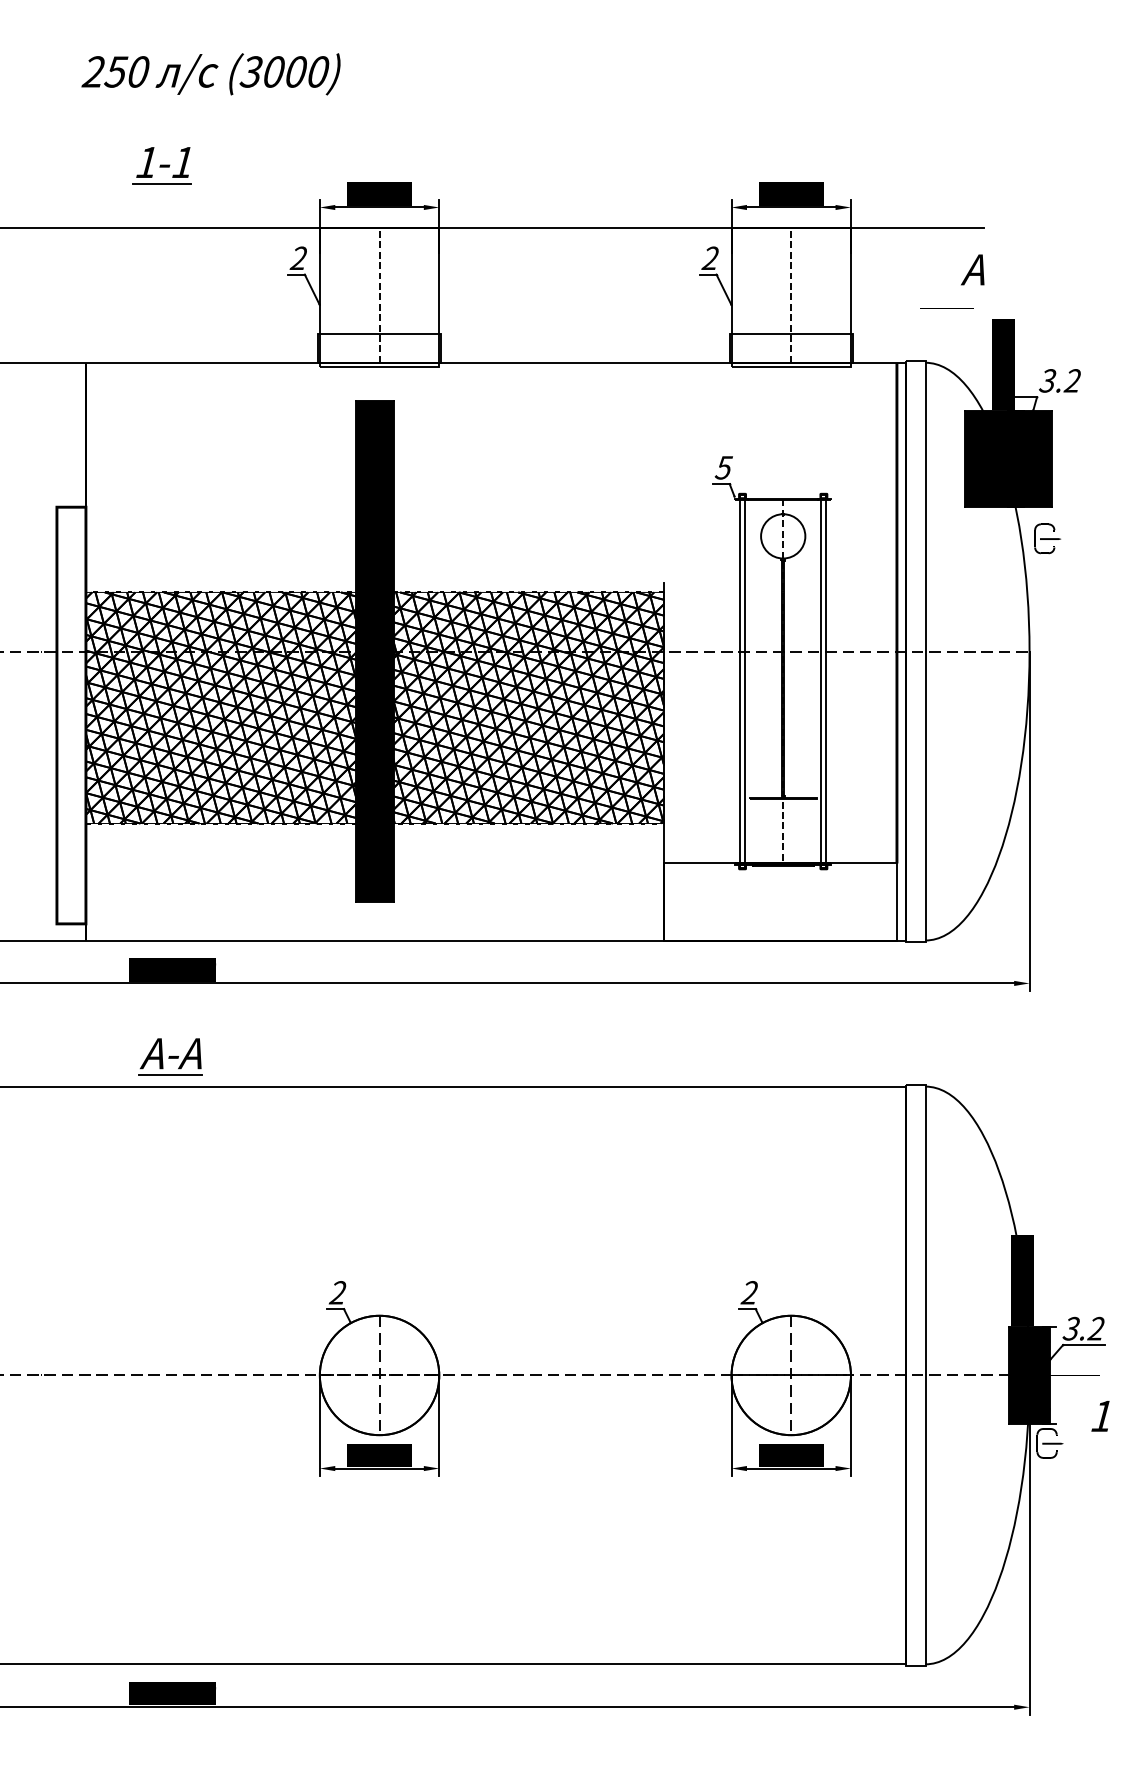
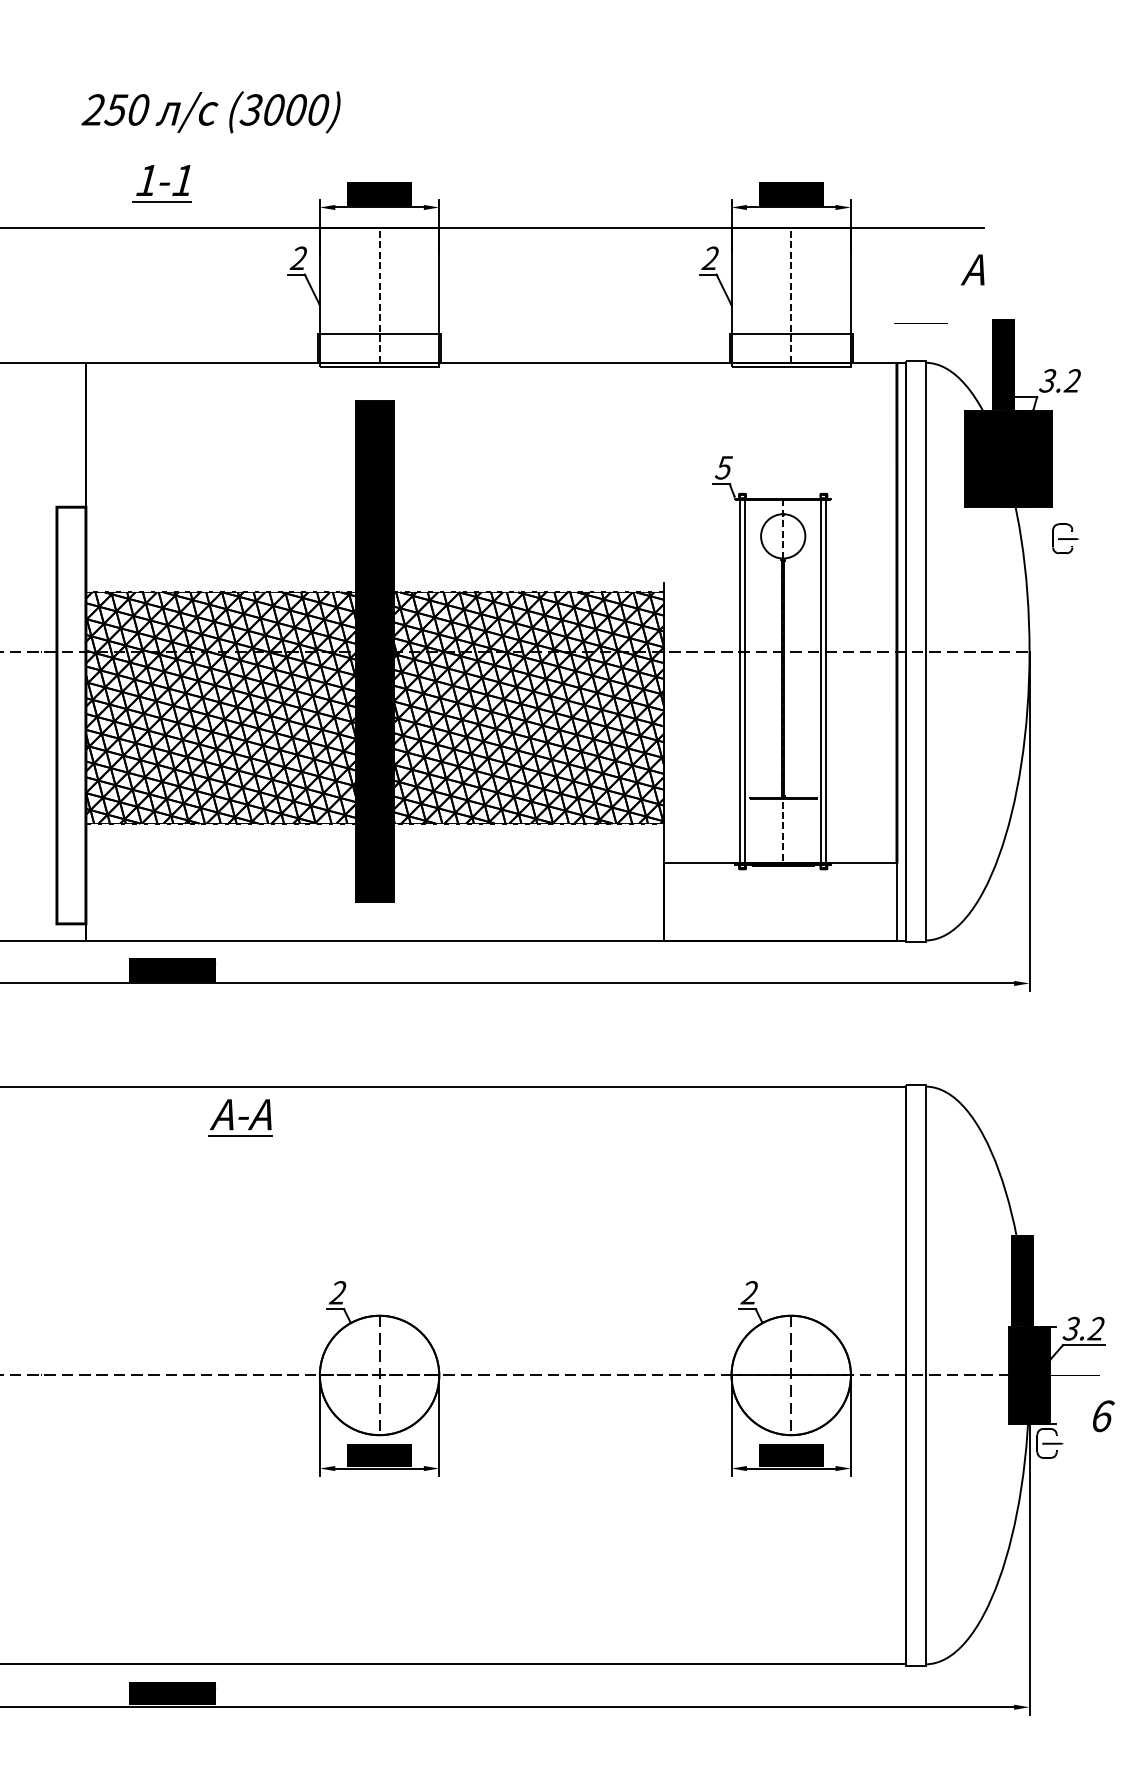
text at (210, 74) position: (210, 74) -> (210, 112)
part at (161, 165) position: (161, 165) -> (161, 183)
line at (946, 308) position: (946, 308) -> (920, 323)
part at (1047, 538) position: (1047, 538) -> (1065, 538)
part at (170, 1056) position: (170, 1056) -> (240, 1117)
text at (1102, 1416): 1 -> 6
